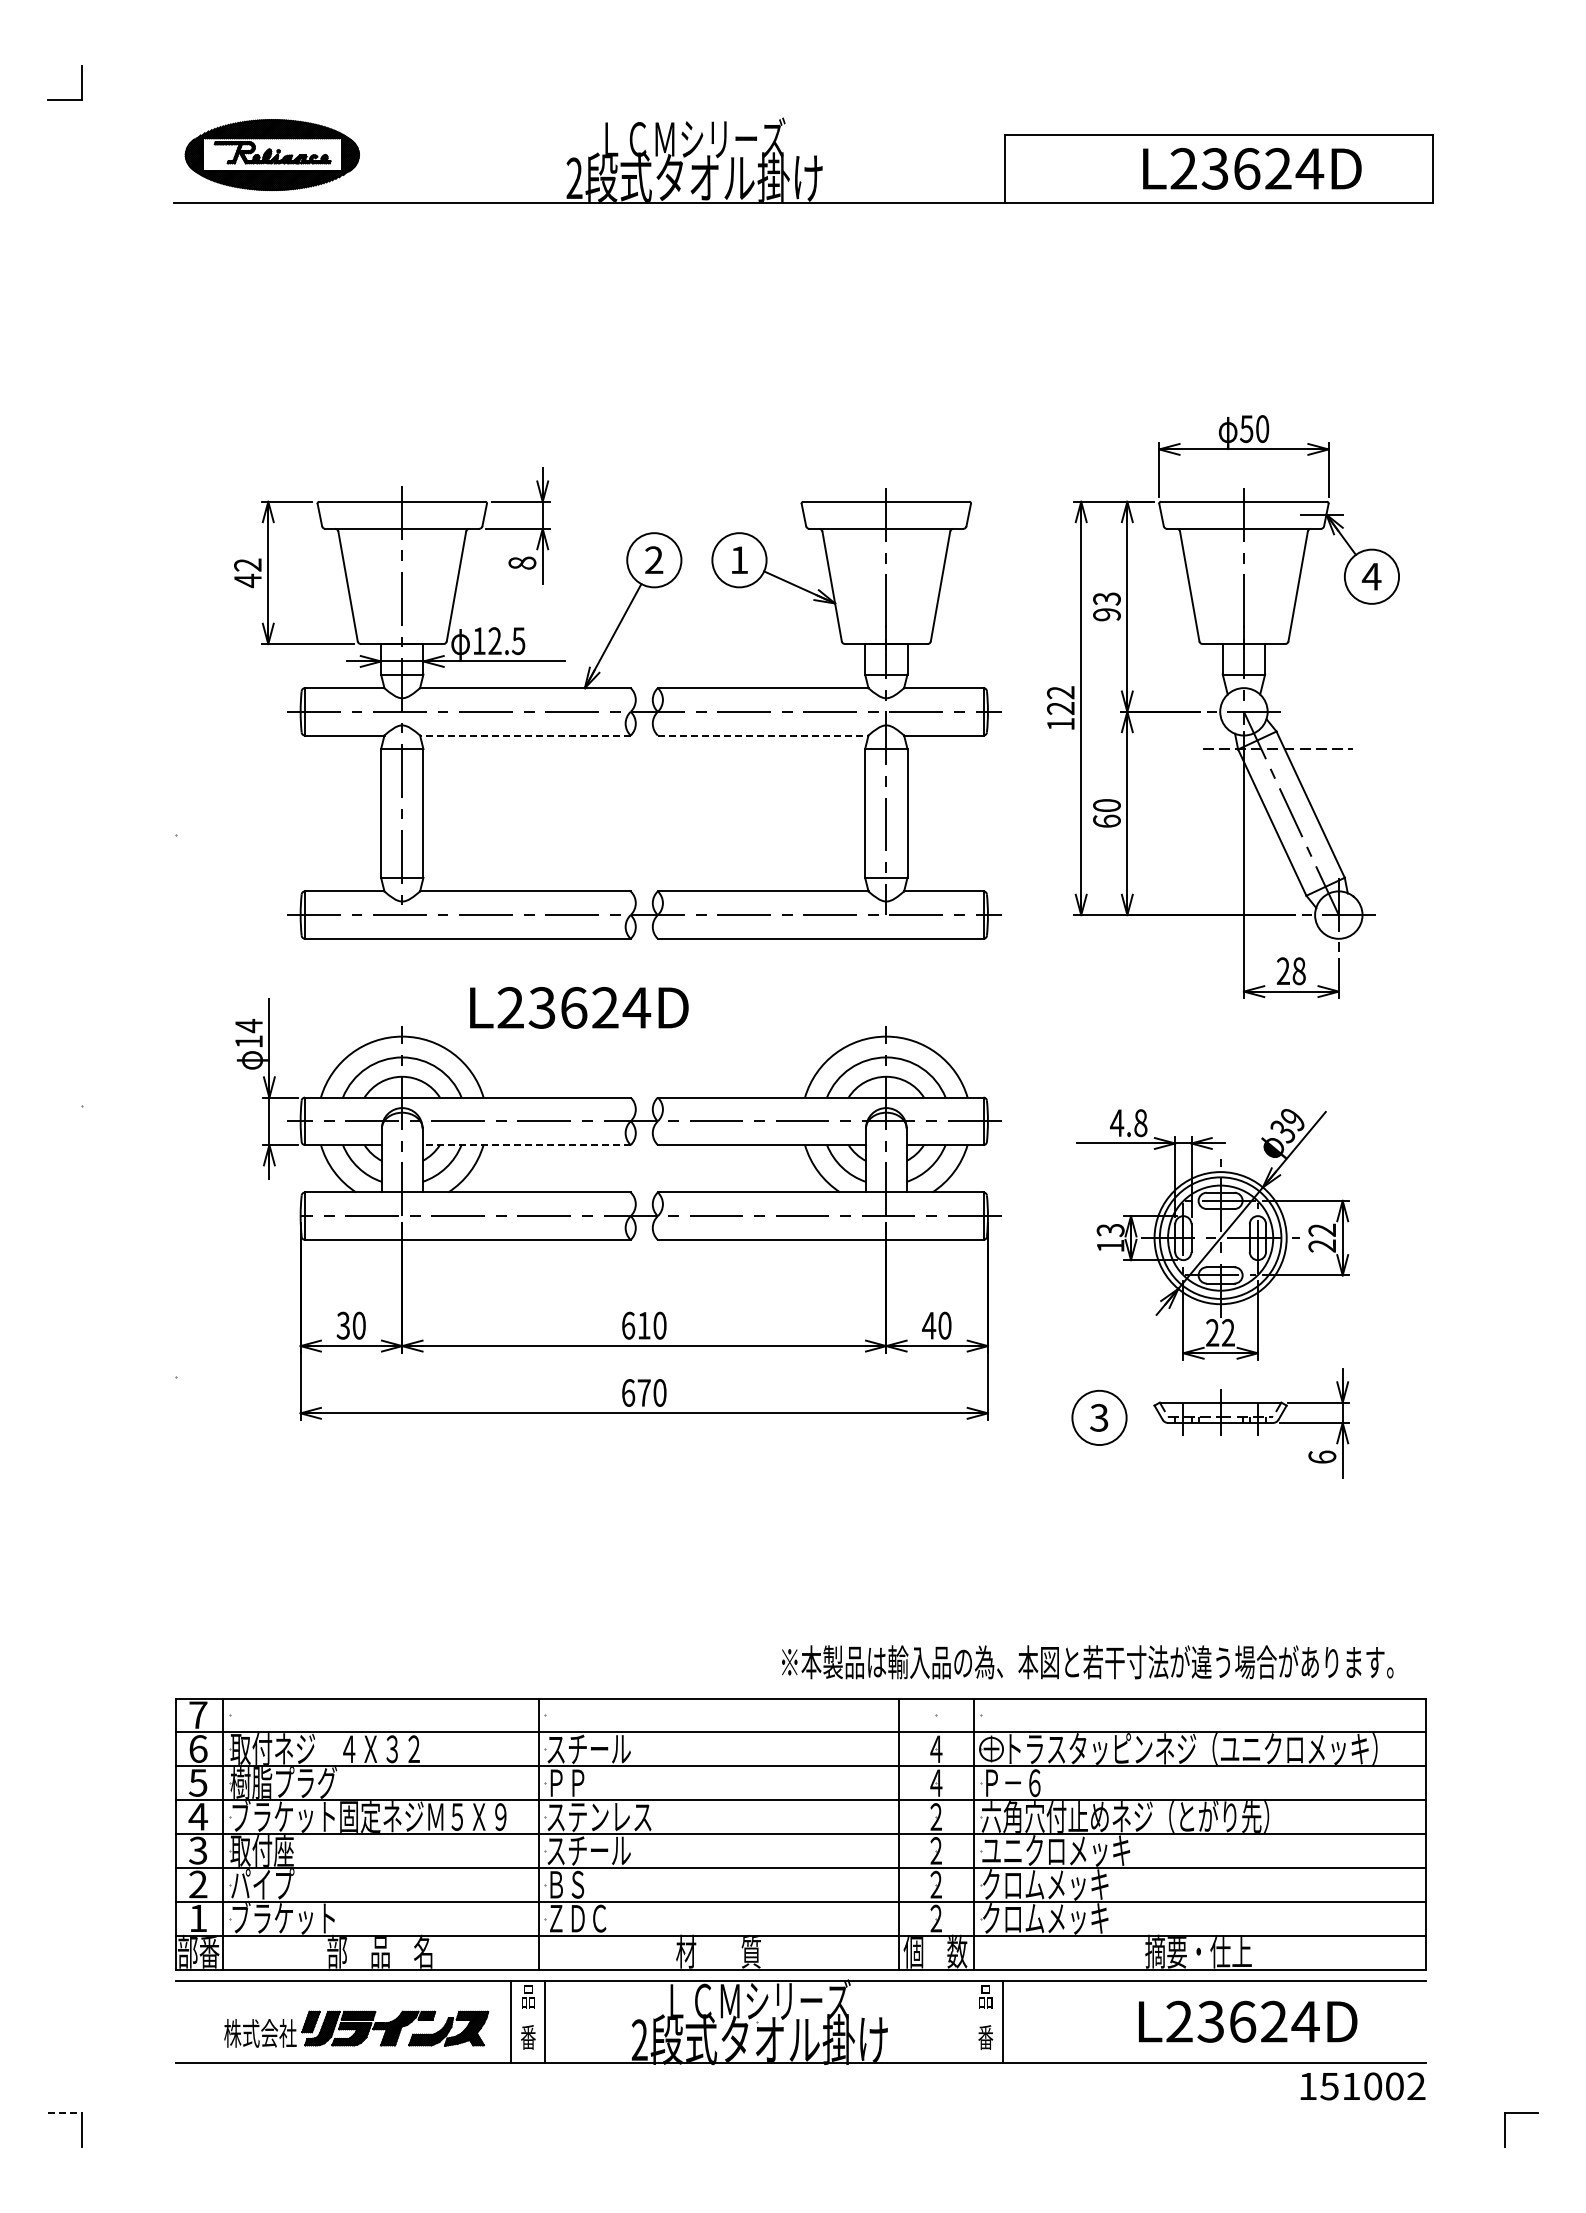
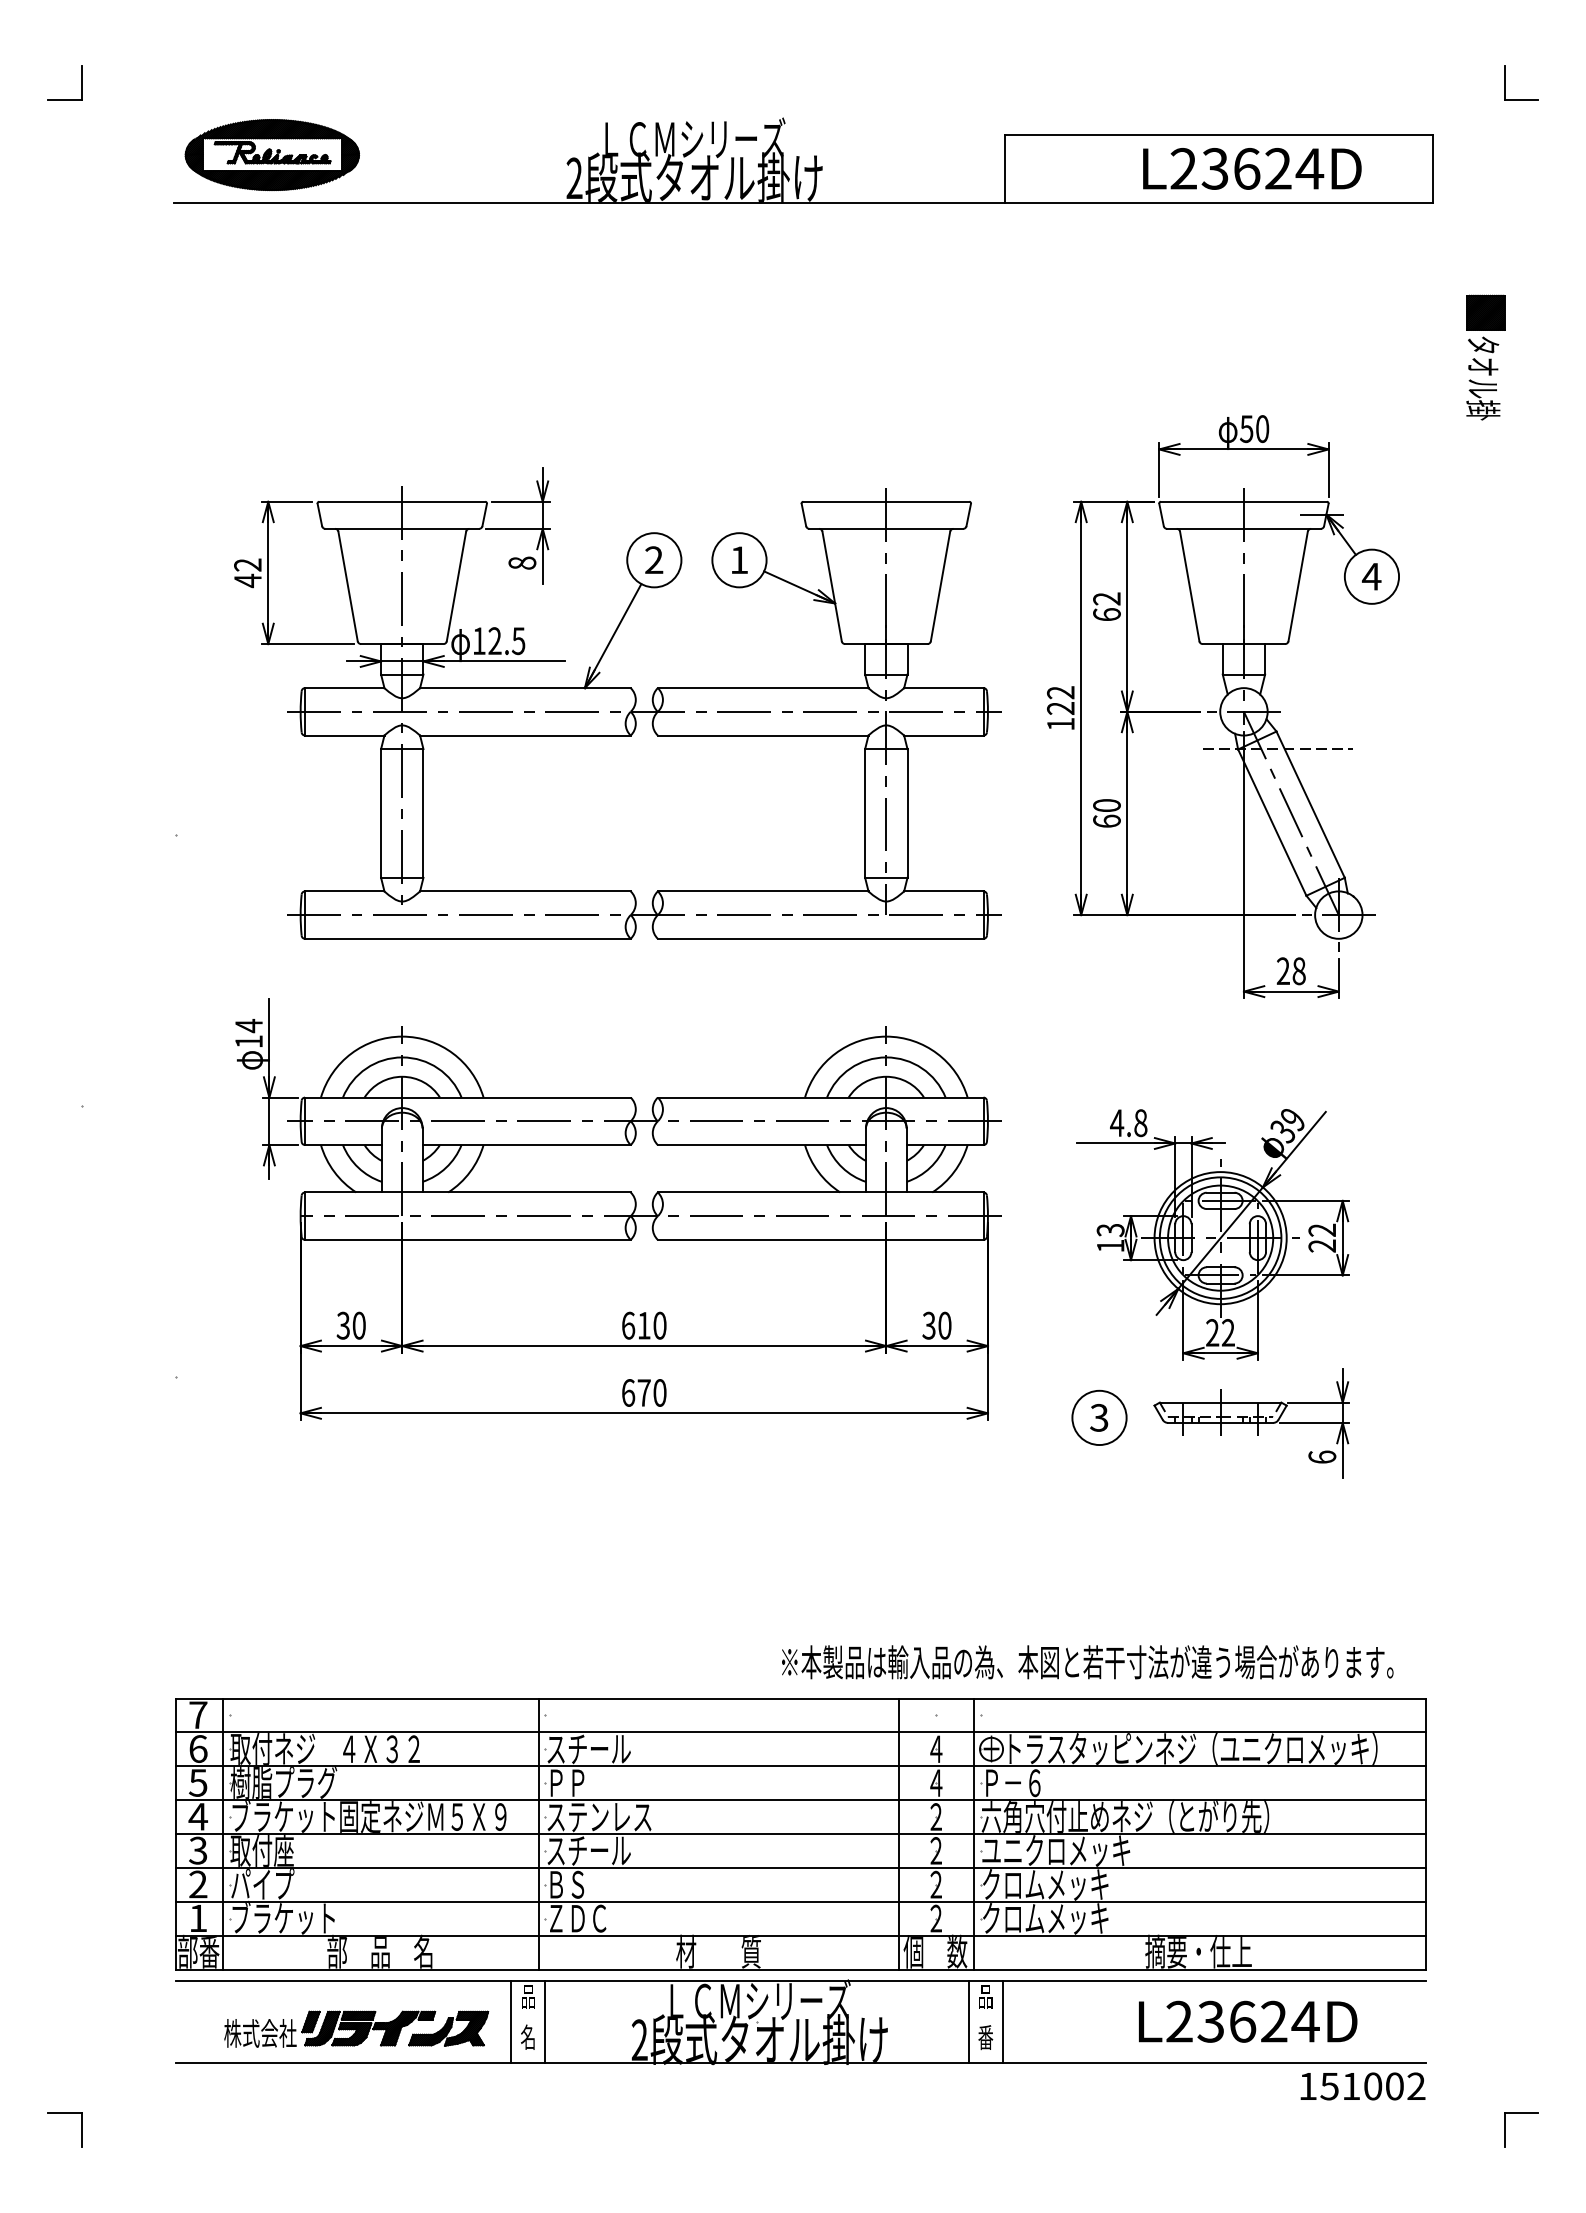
part at (1505, 82): none -> present
part at (1485, 357): none -> present
text at (1106, 606): 93 -> 62
line at (524, 735): dashed -> solid
line at (763, 735): dashed -> solid
part at (579, 1007): present -> none
line at (526, 1145): dashed -> solid
text at (929, 1325): 40 -> 30
line at (969, 2021): none -> present
text at (528, 2036): 番 -> 名
line at (65, 2112): dashed -> solid
